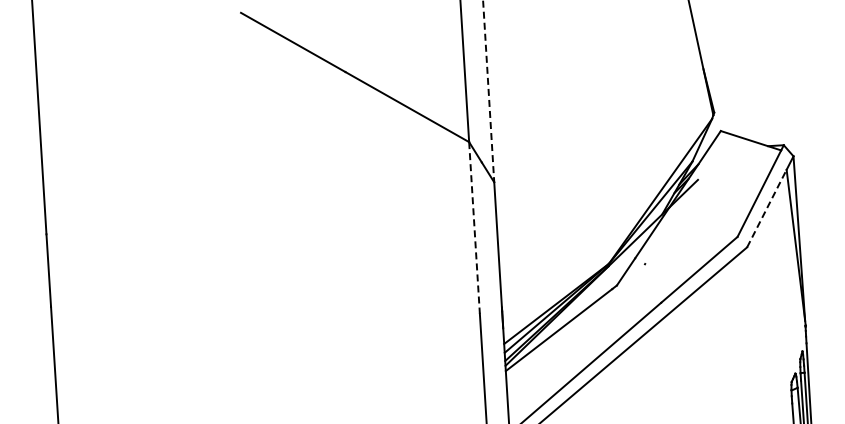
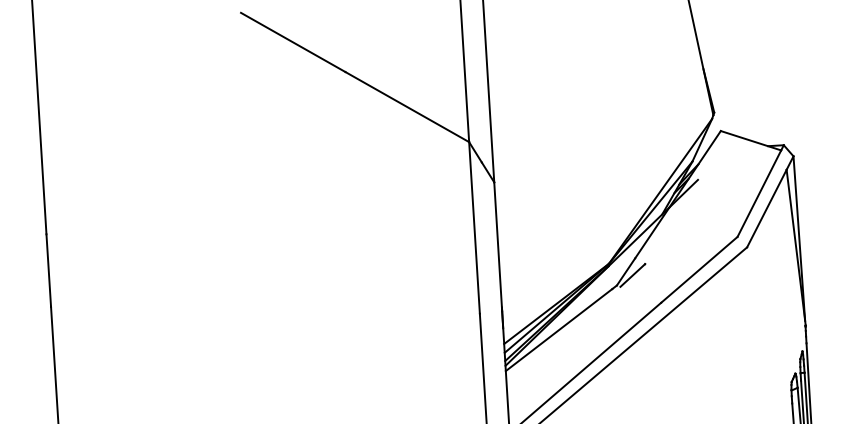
line at (488, 91): dashed -> solid
line at (766, 208): dashed -> solid
line at (474, 227): dashed -> solid
line at (632, 275): none -> present
